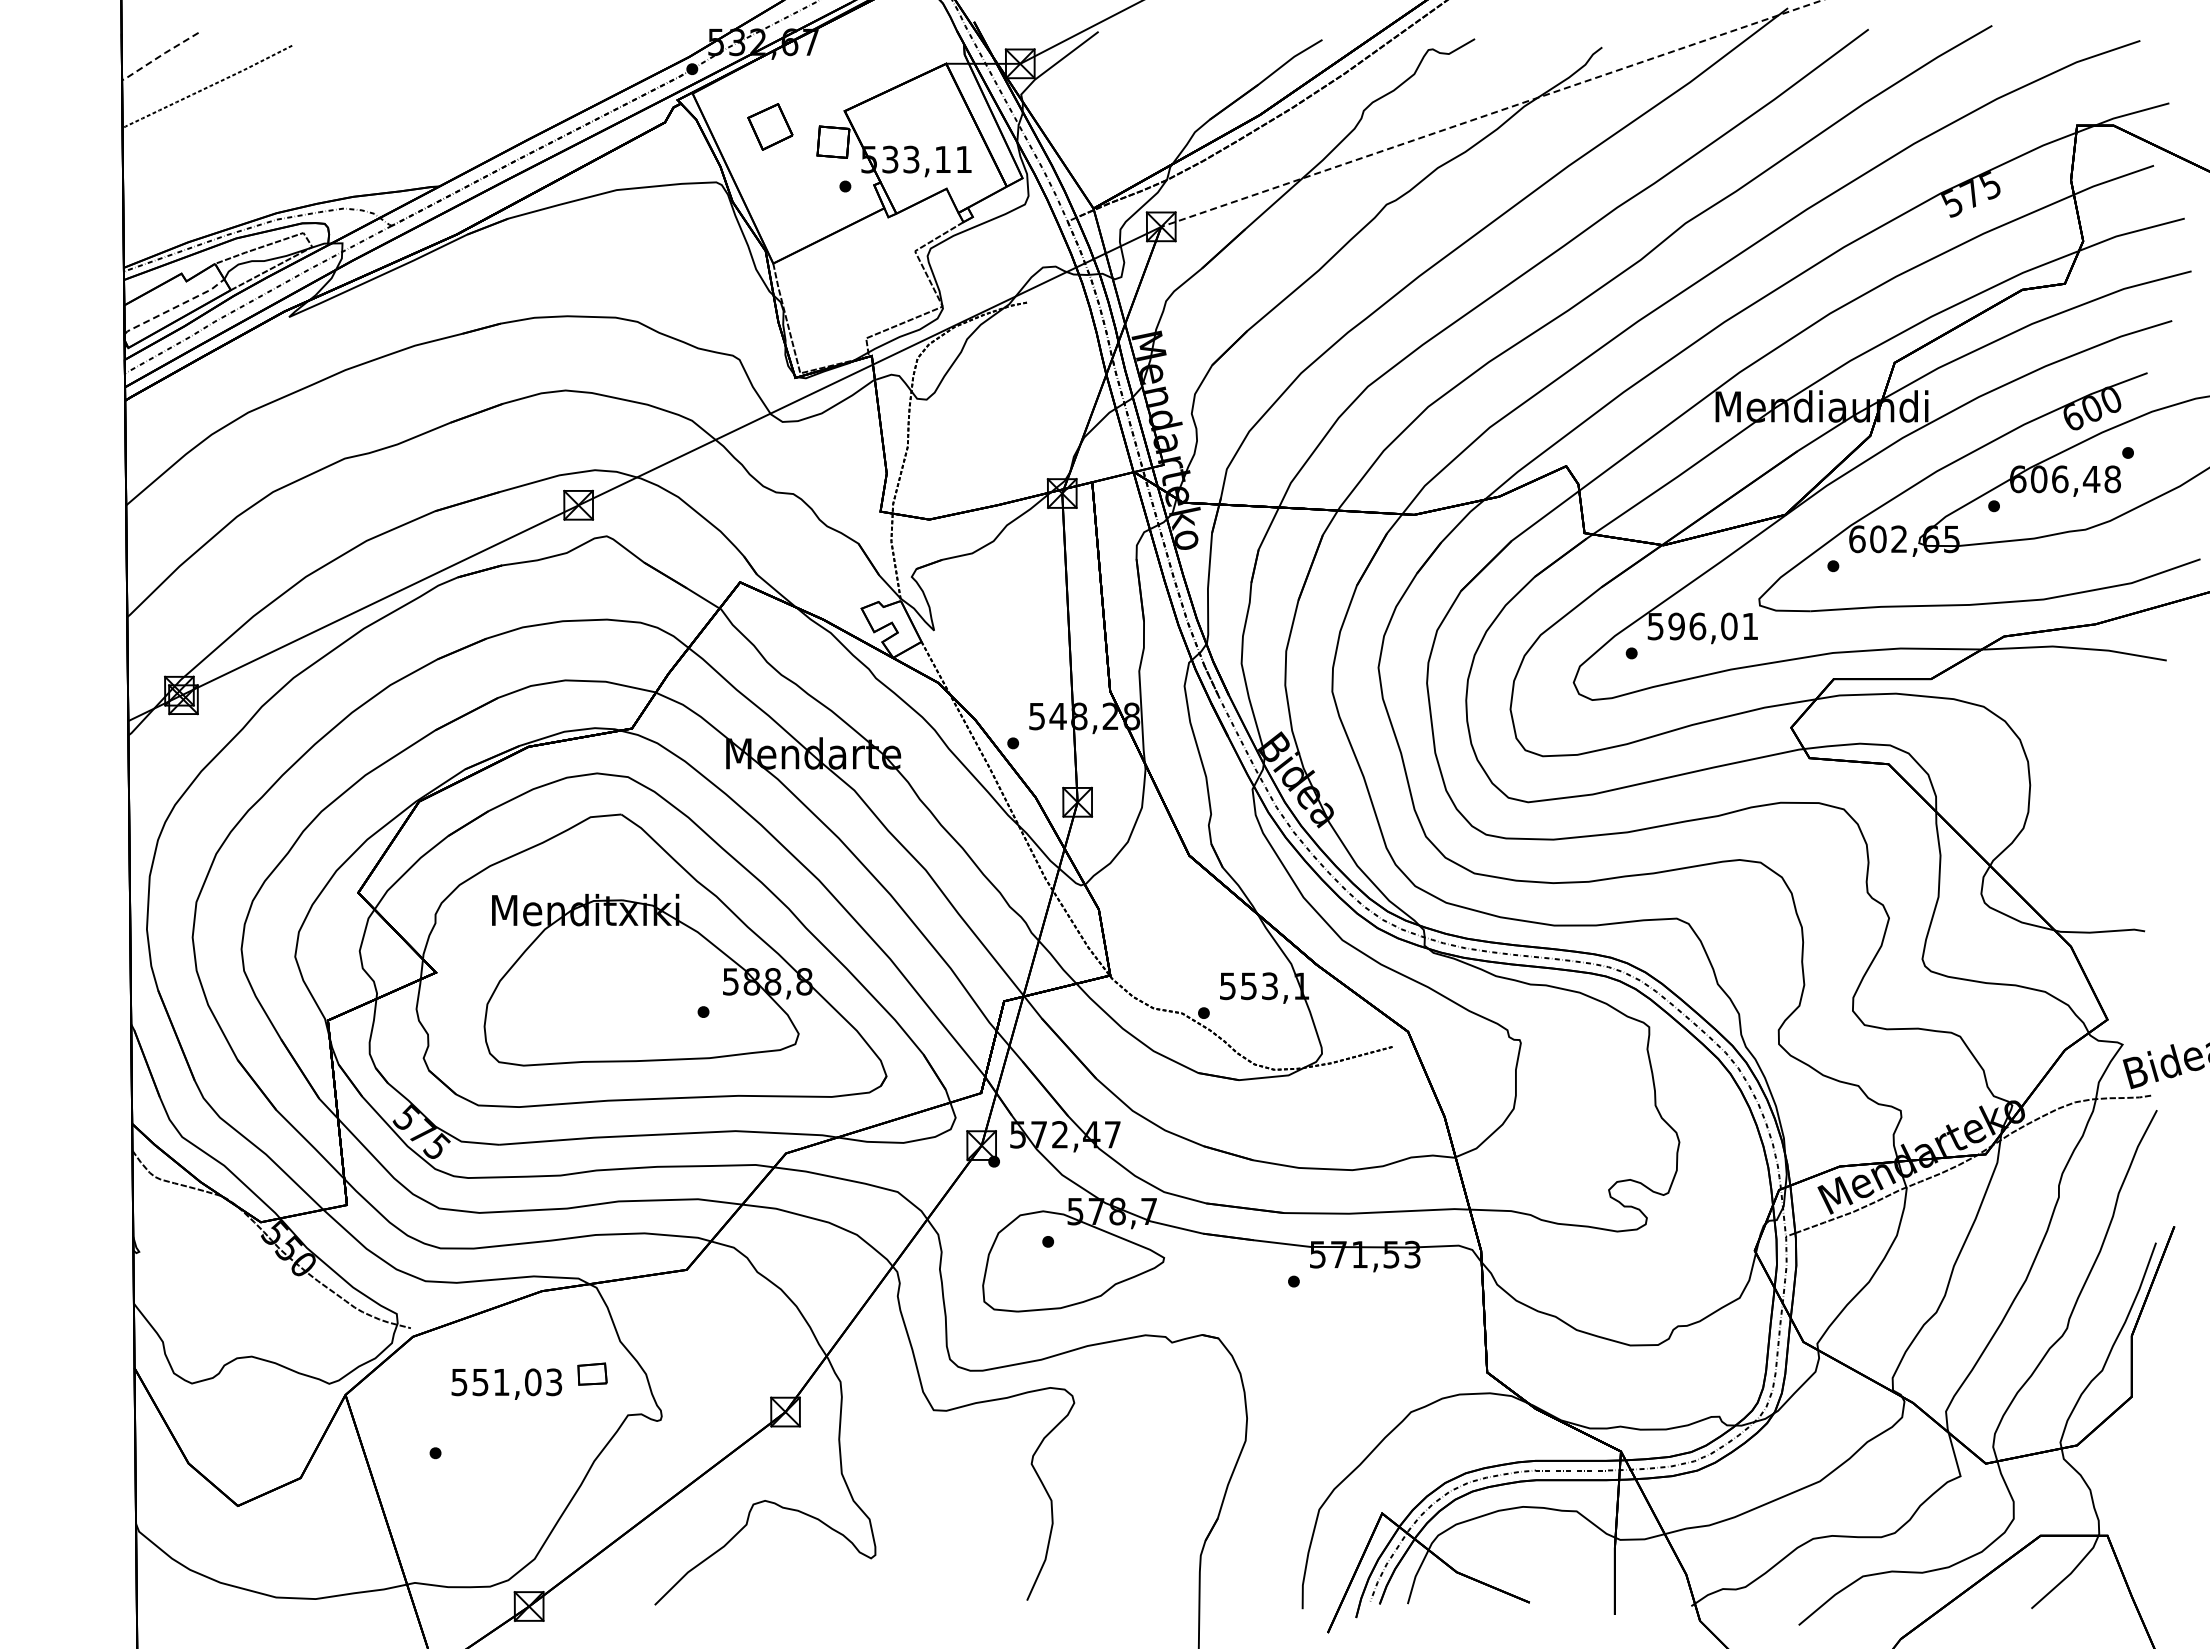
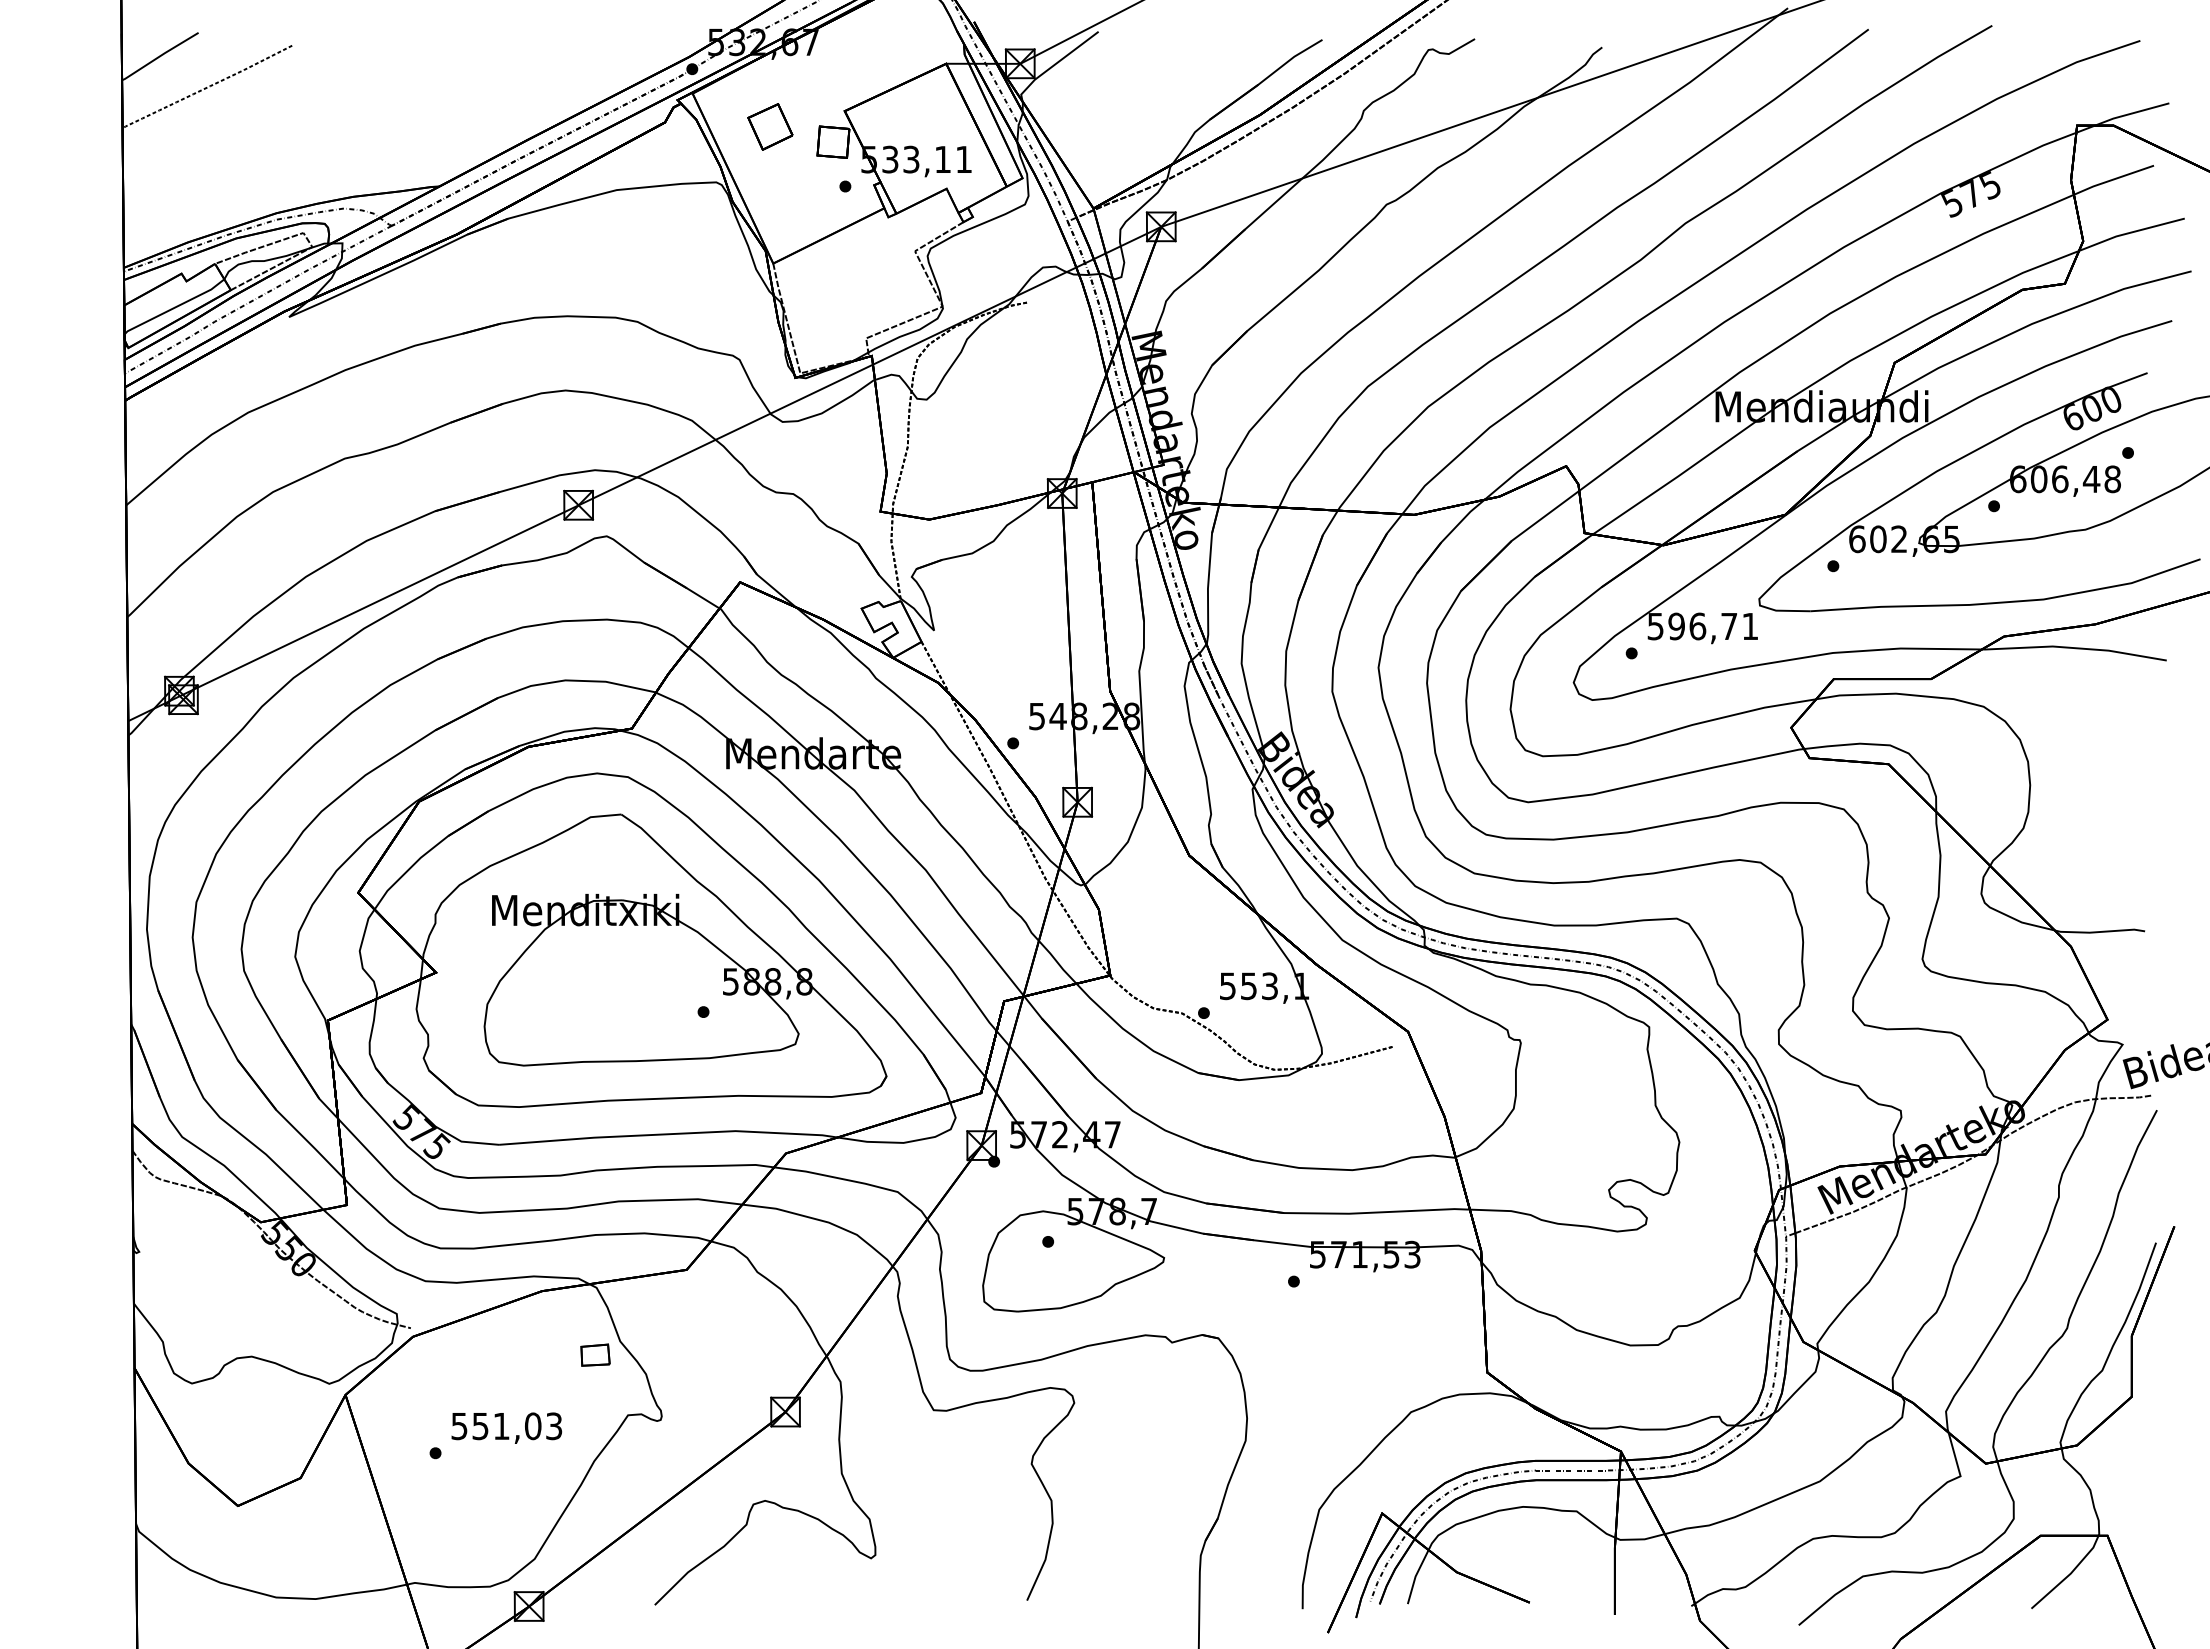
line at (159, 56): dashed -> solid
line at (1492, 113): dashed -> solid
line at (174, 307): dashed -> solid
text at (1729, 626): 596,01 -> 596,71
part at (592, 1373) position: (592, 1373) -> (595, 1354)
text at (506, 1383) position: (506, 1383) -> (506, 1427)
